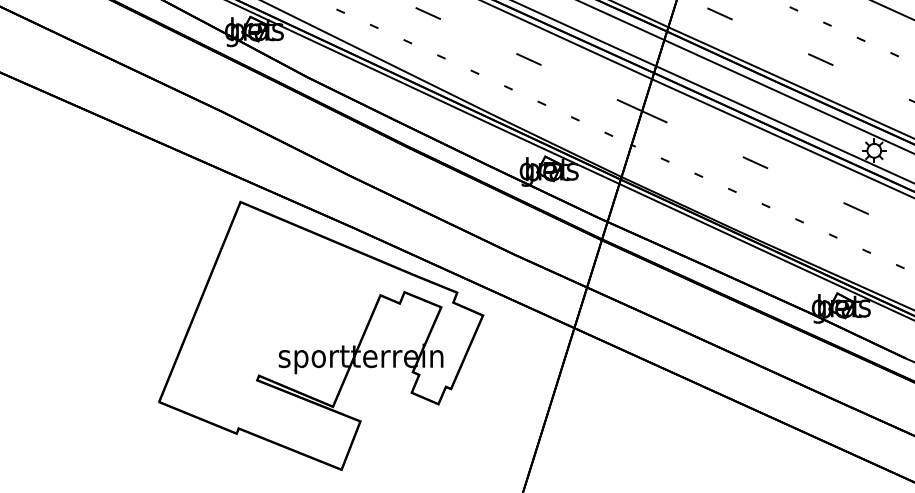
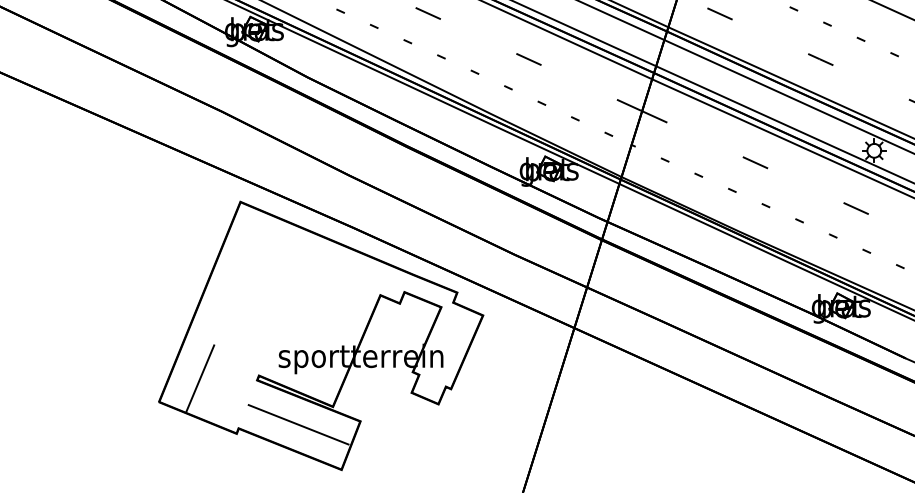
line at (200, 378): none -> present
line at (298, 424): none -> present
